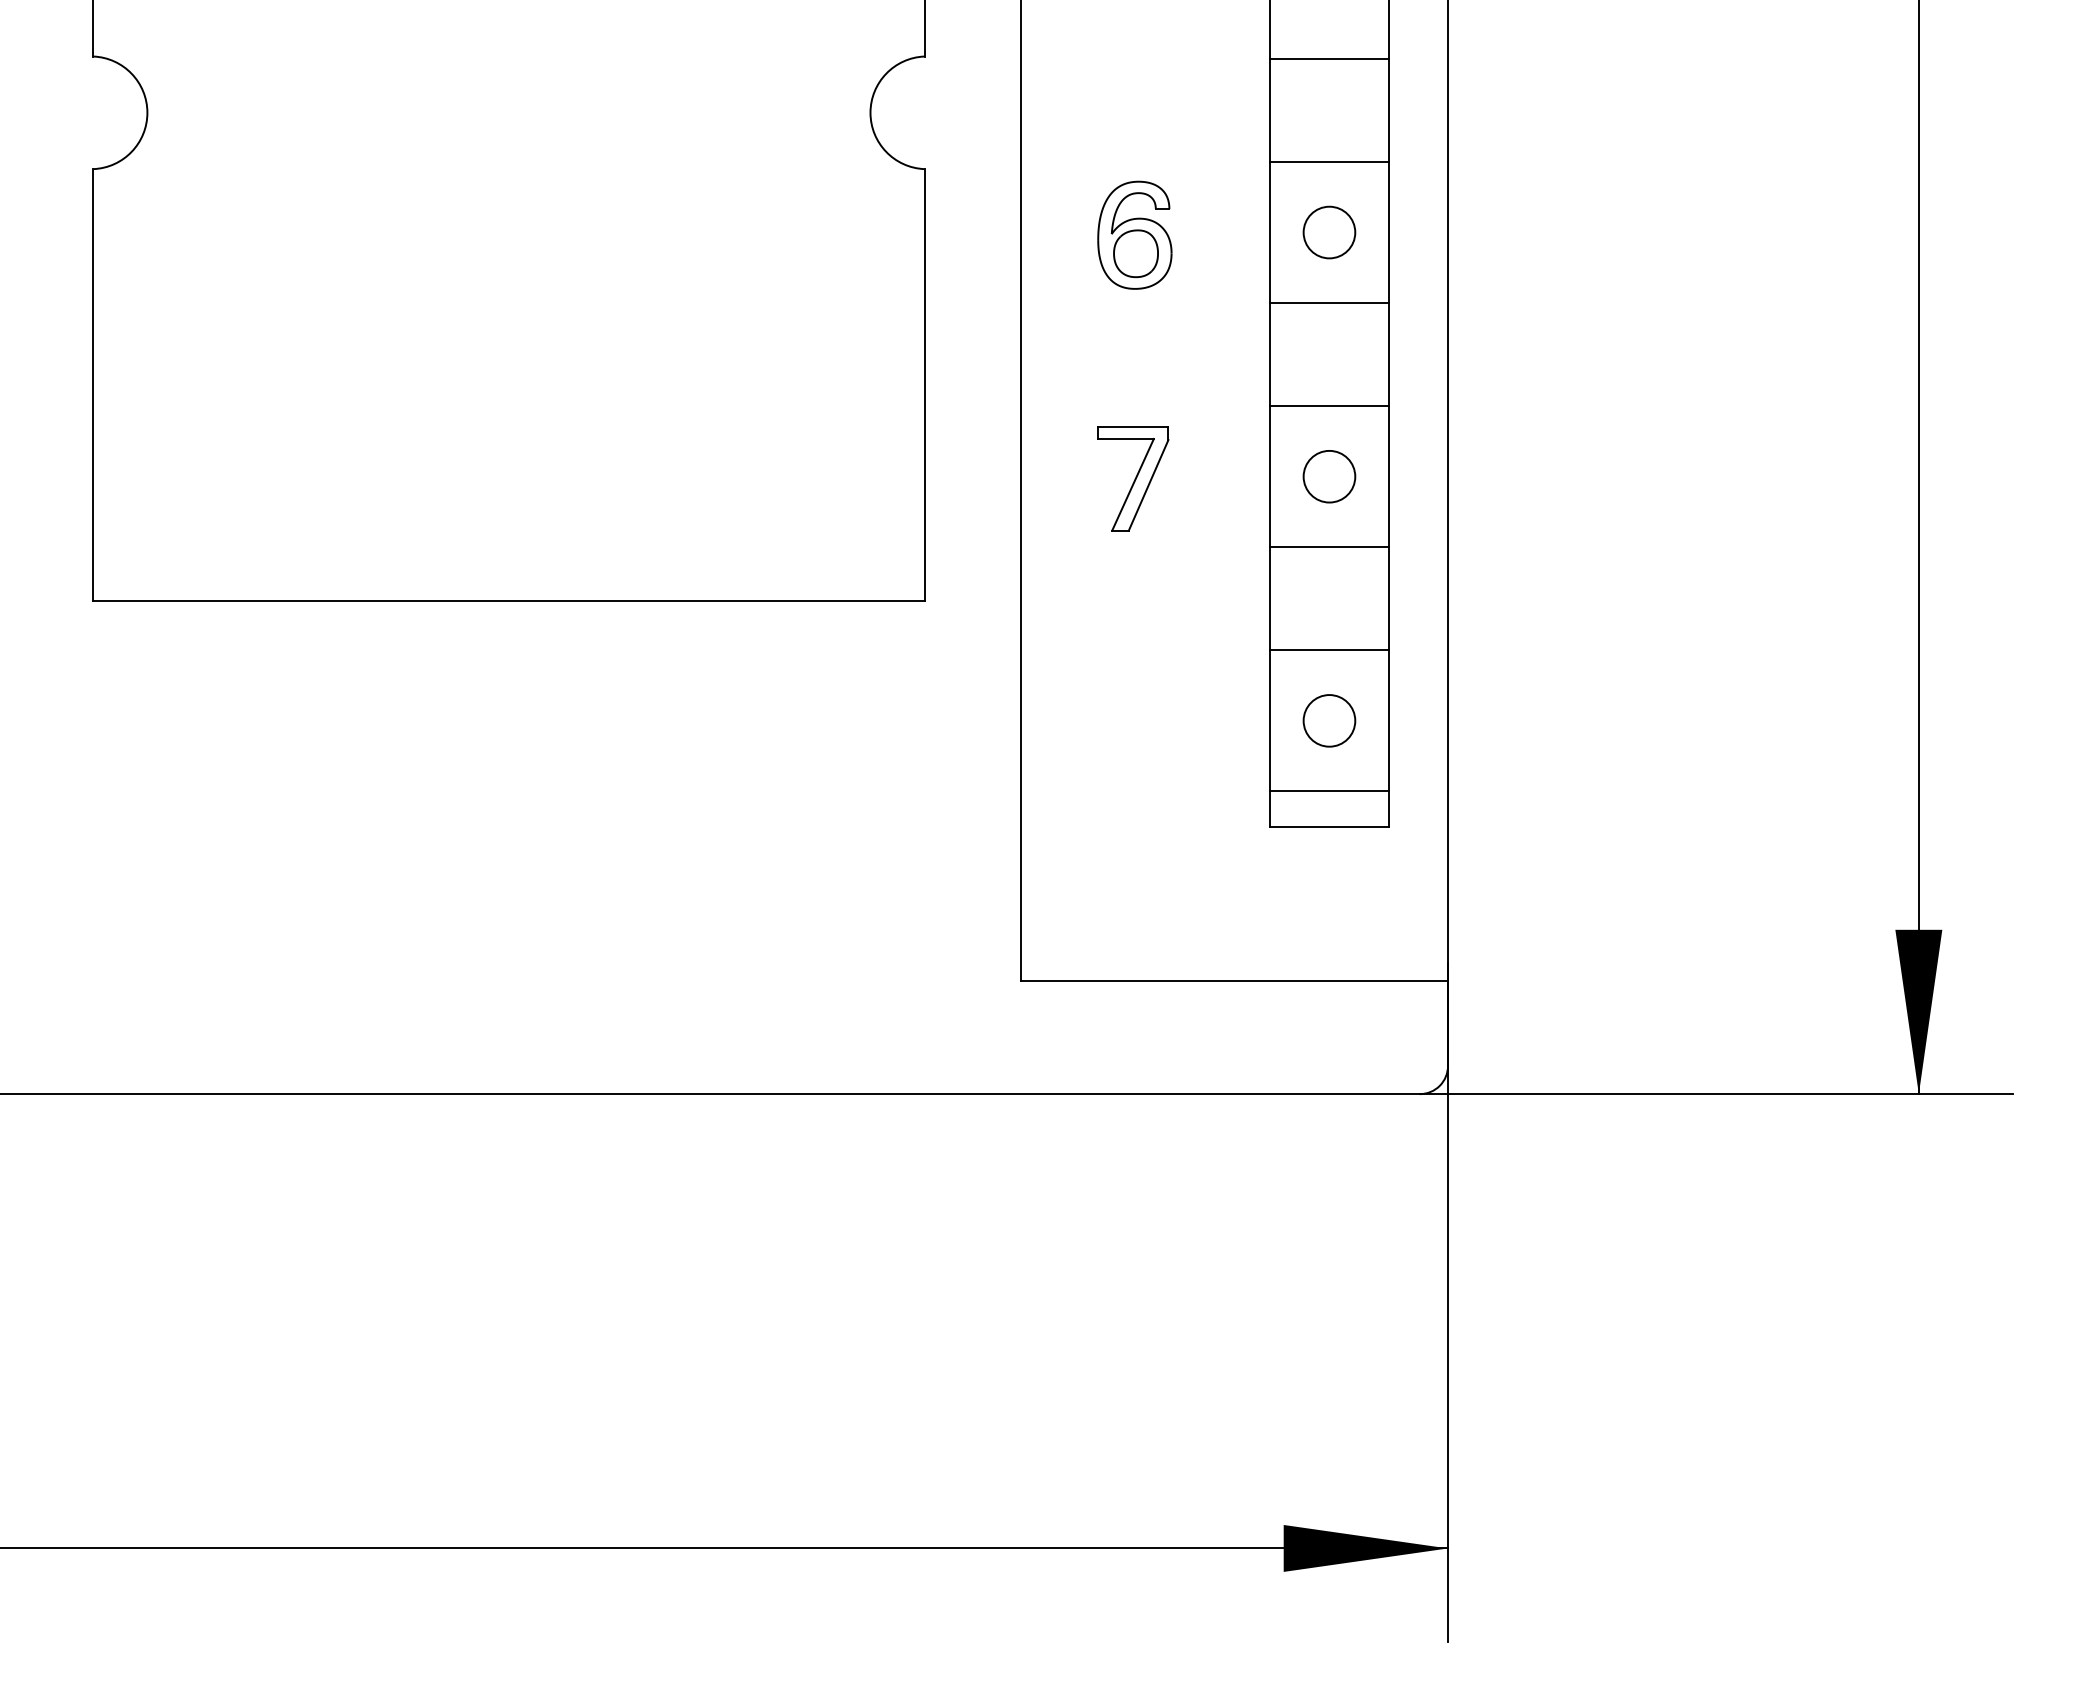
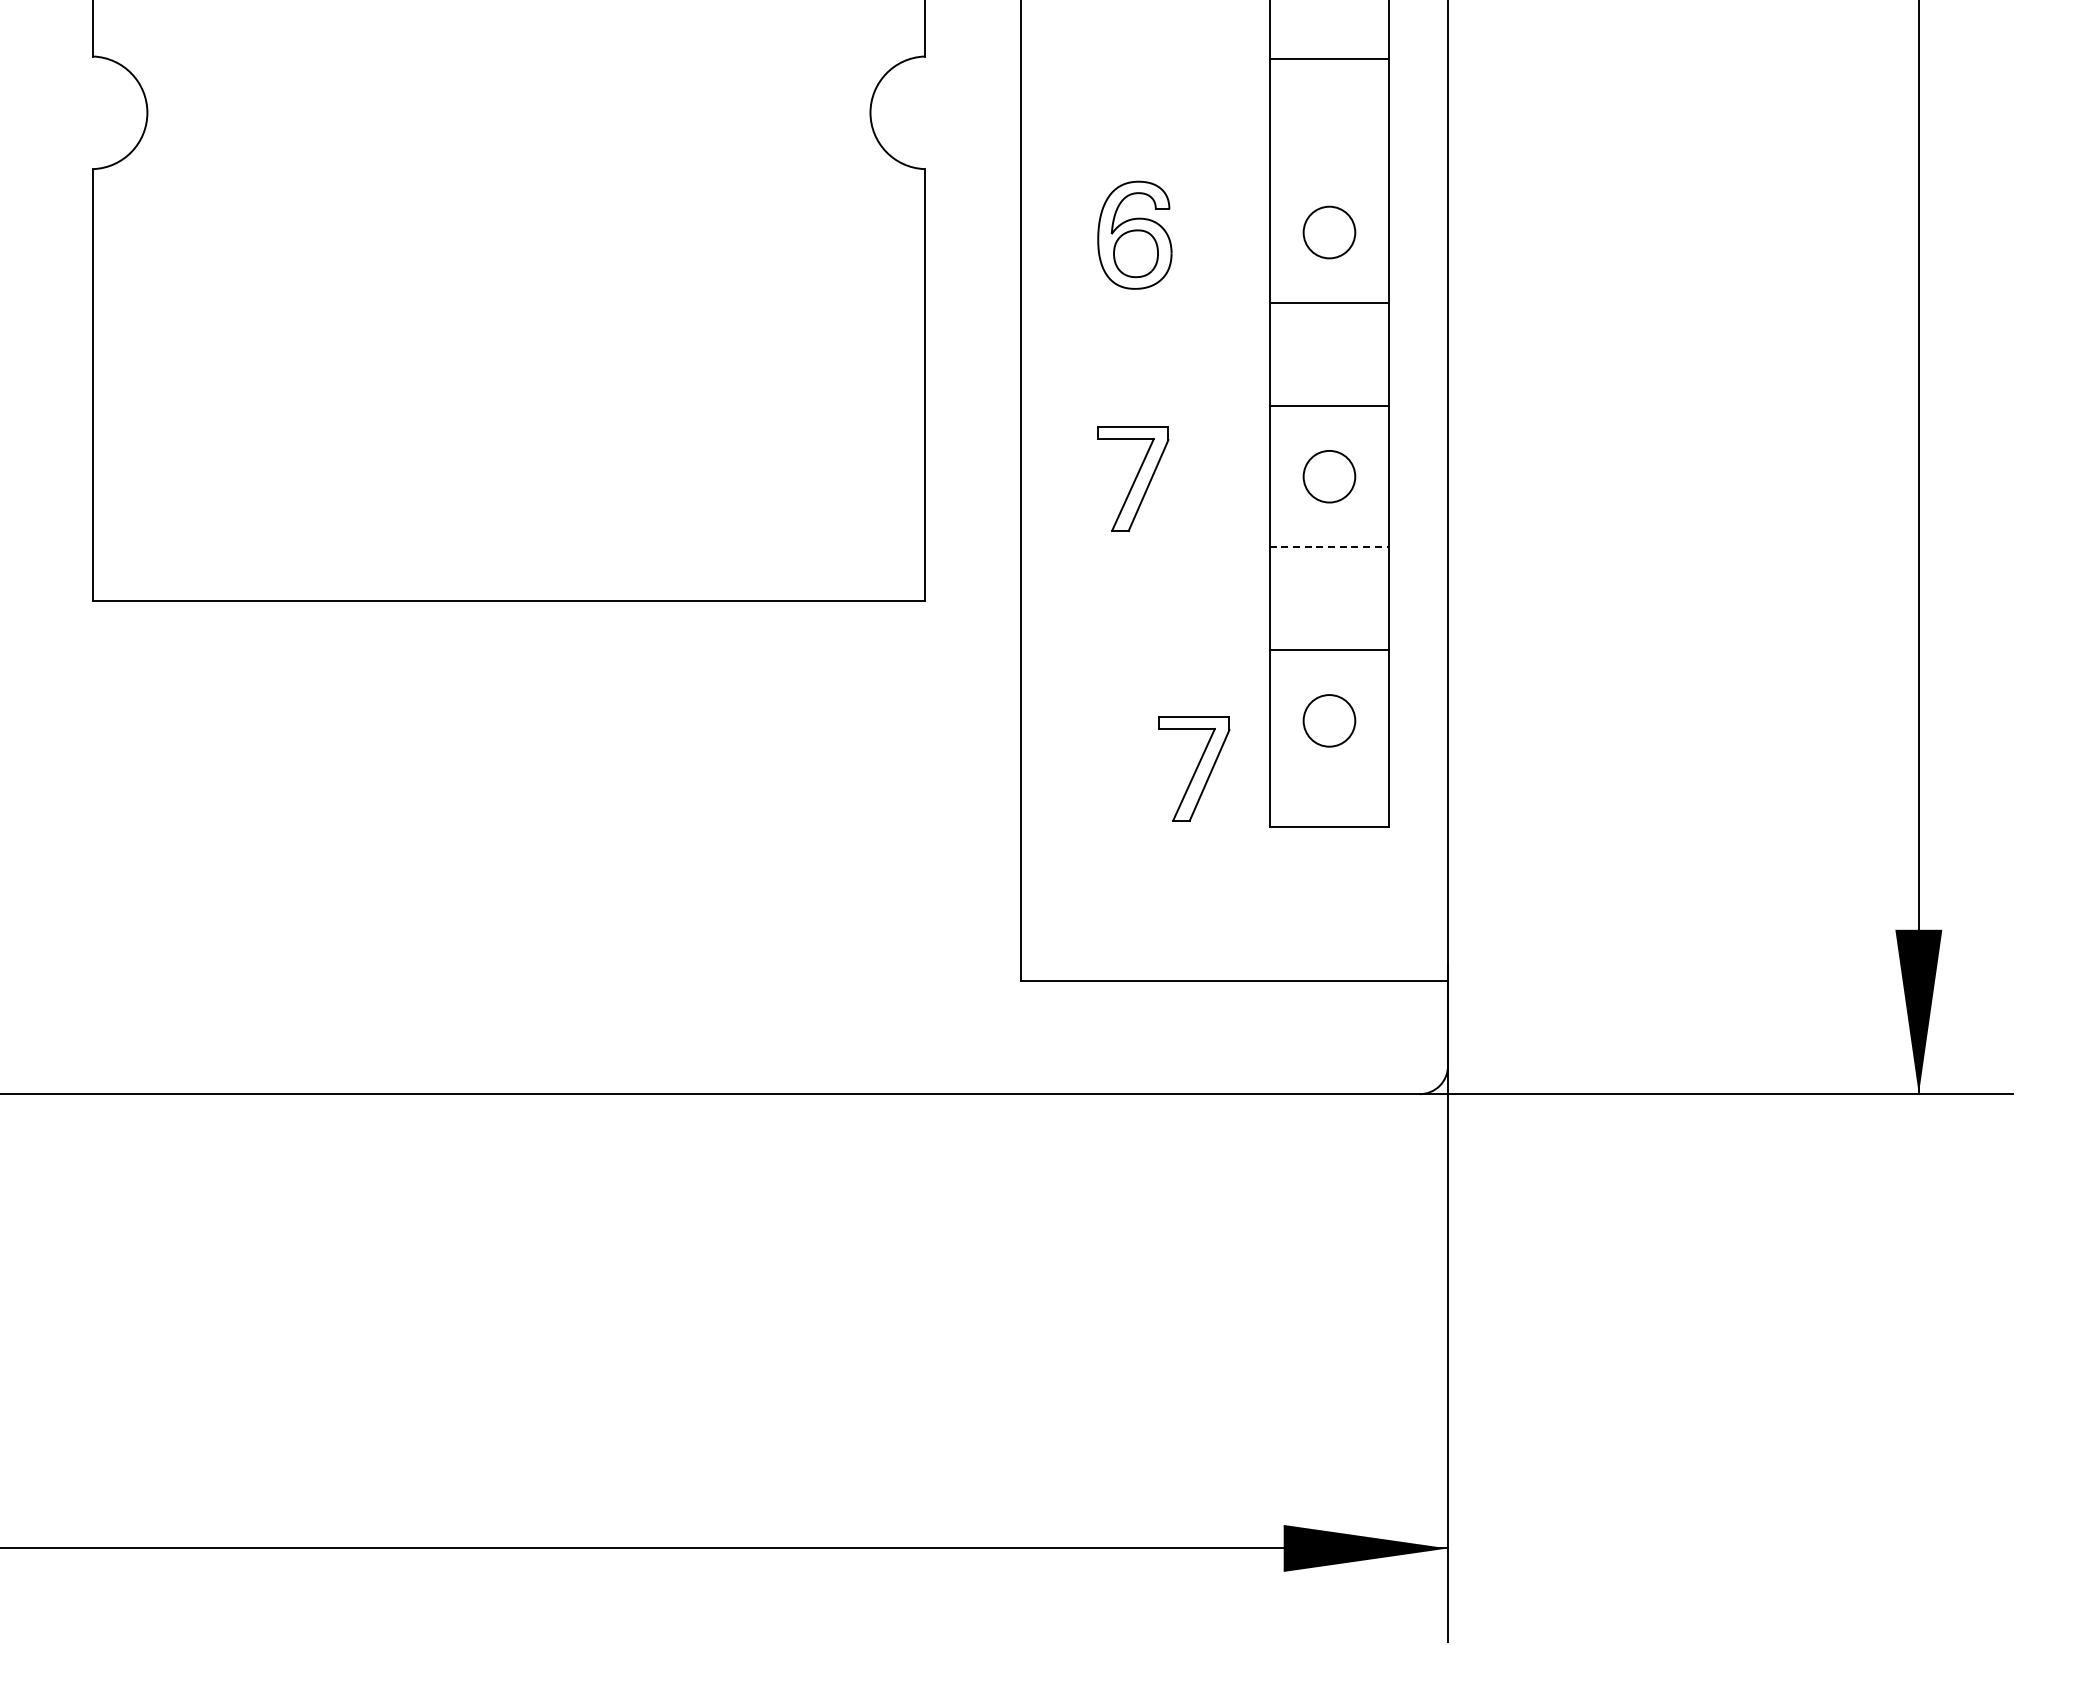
line at (1329, 162): present -> none
line at (1329, 547): solid -> dashed
part at (1194, 768): none -> present
line at (1329, 791): present -> none
